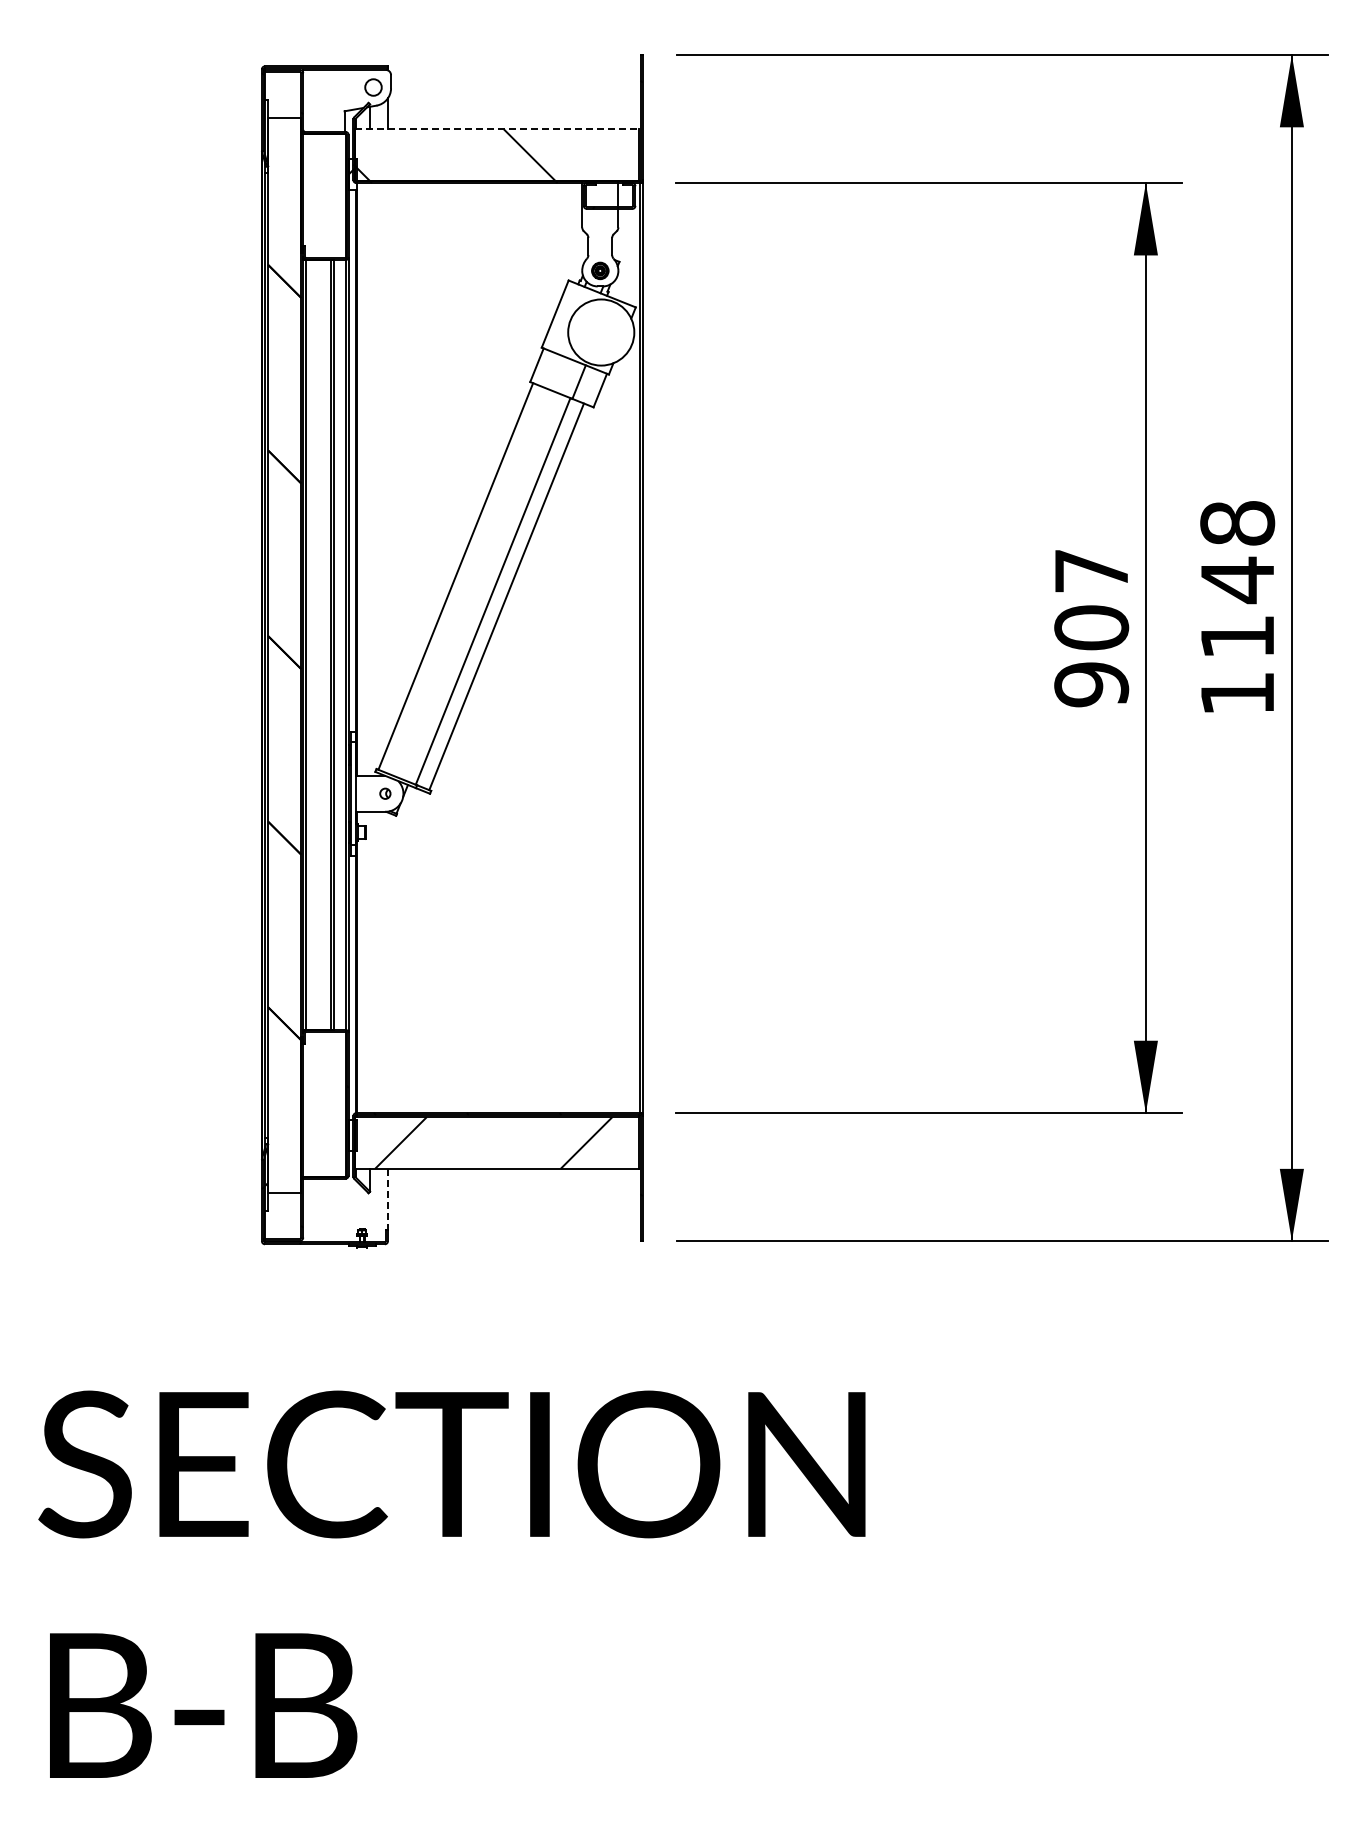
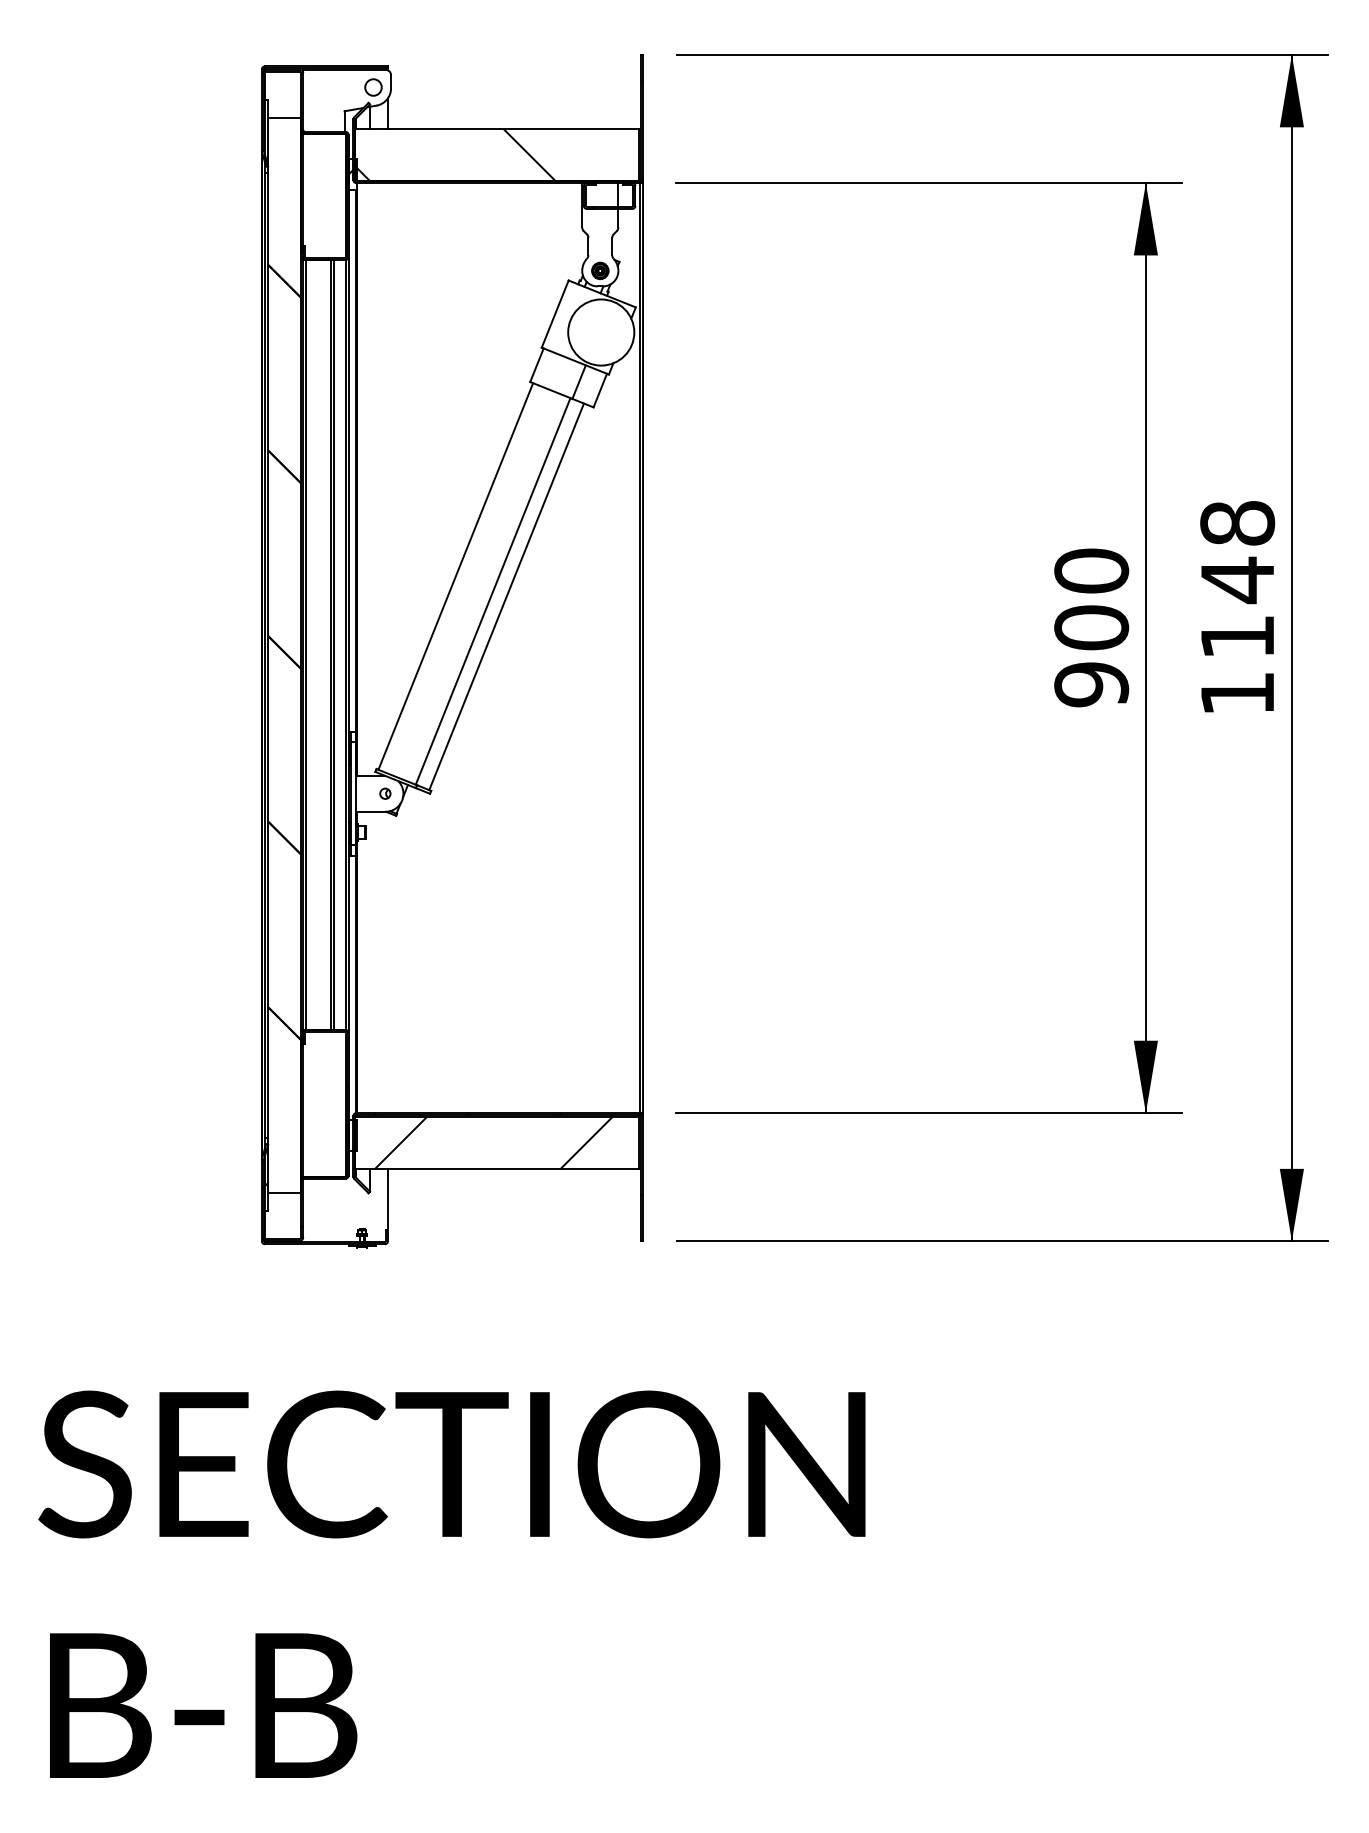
line at (496, 129): dashed -> solid
text at (1091, 570): 907 -> 900
line at (387, 1199): dashed -> solid
